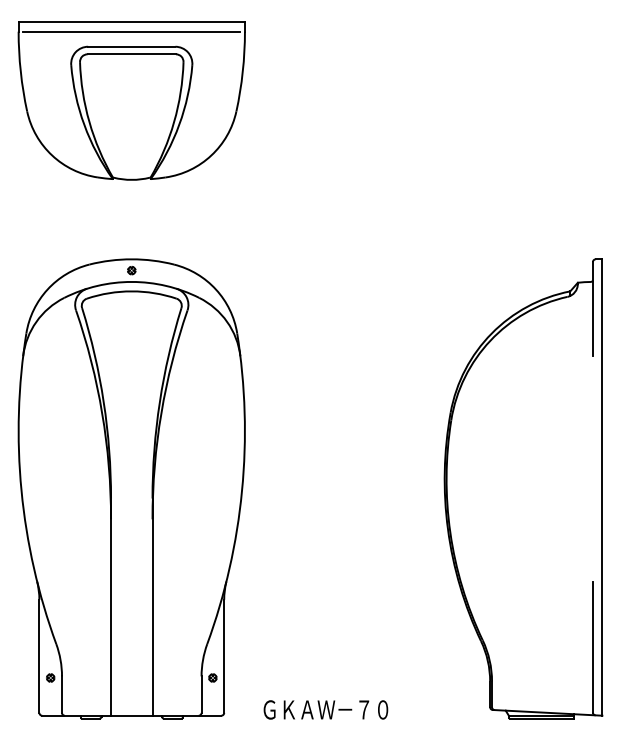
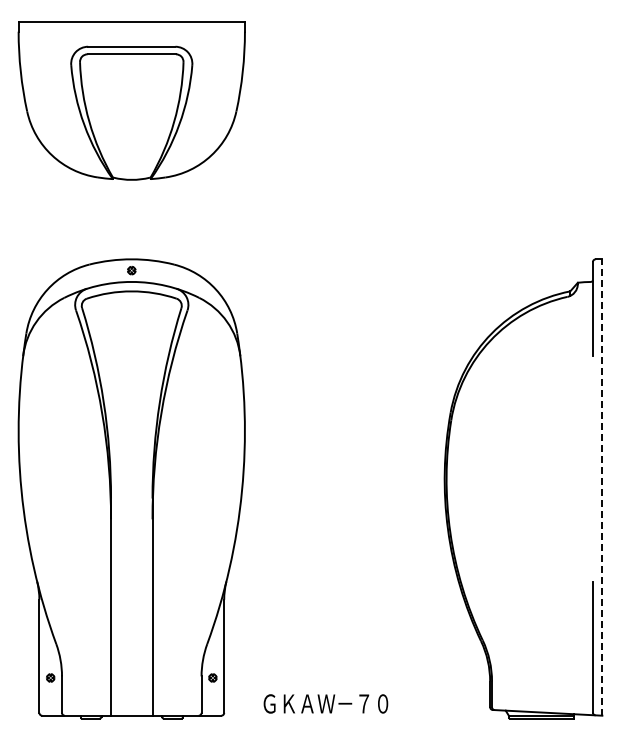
line at (131, 31): present -> none
line at (602, 487): solid -> dashed
text at (325, 709) position: (325, 709) -> (325, 703)
